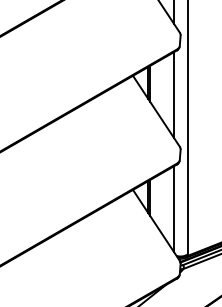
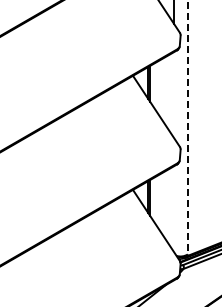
line at (174, 95): present -> none
line at (187, 127): solid -> dashed
line at (174, 209): present -> none
